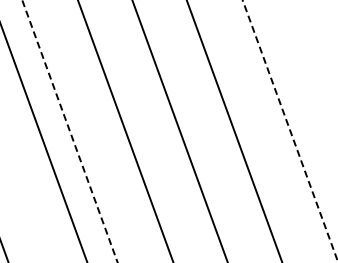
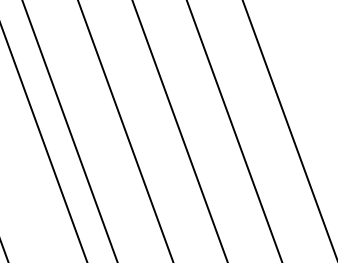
line at (290, 130): dashed -> solid
line at (69, 131): dashed -> solid
